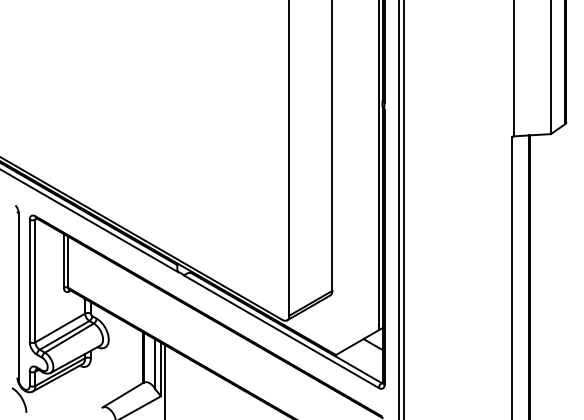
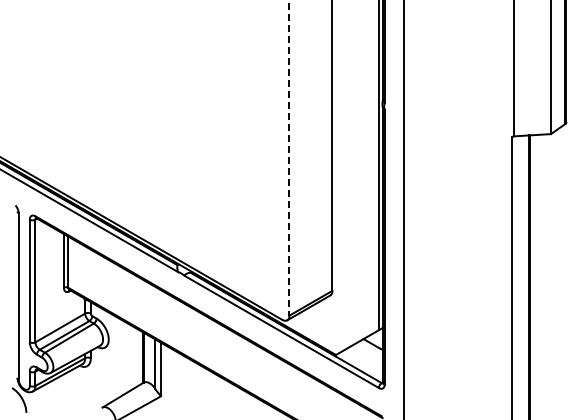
line at (289, 158): solid -> dashed
line at (398, 209): present -> none
line at (165, 380): present -> none
